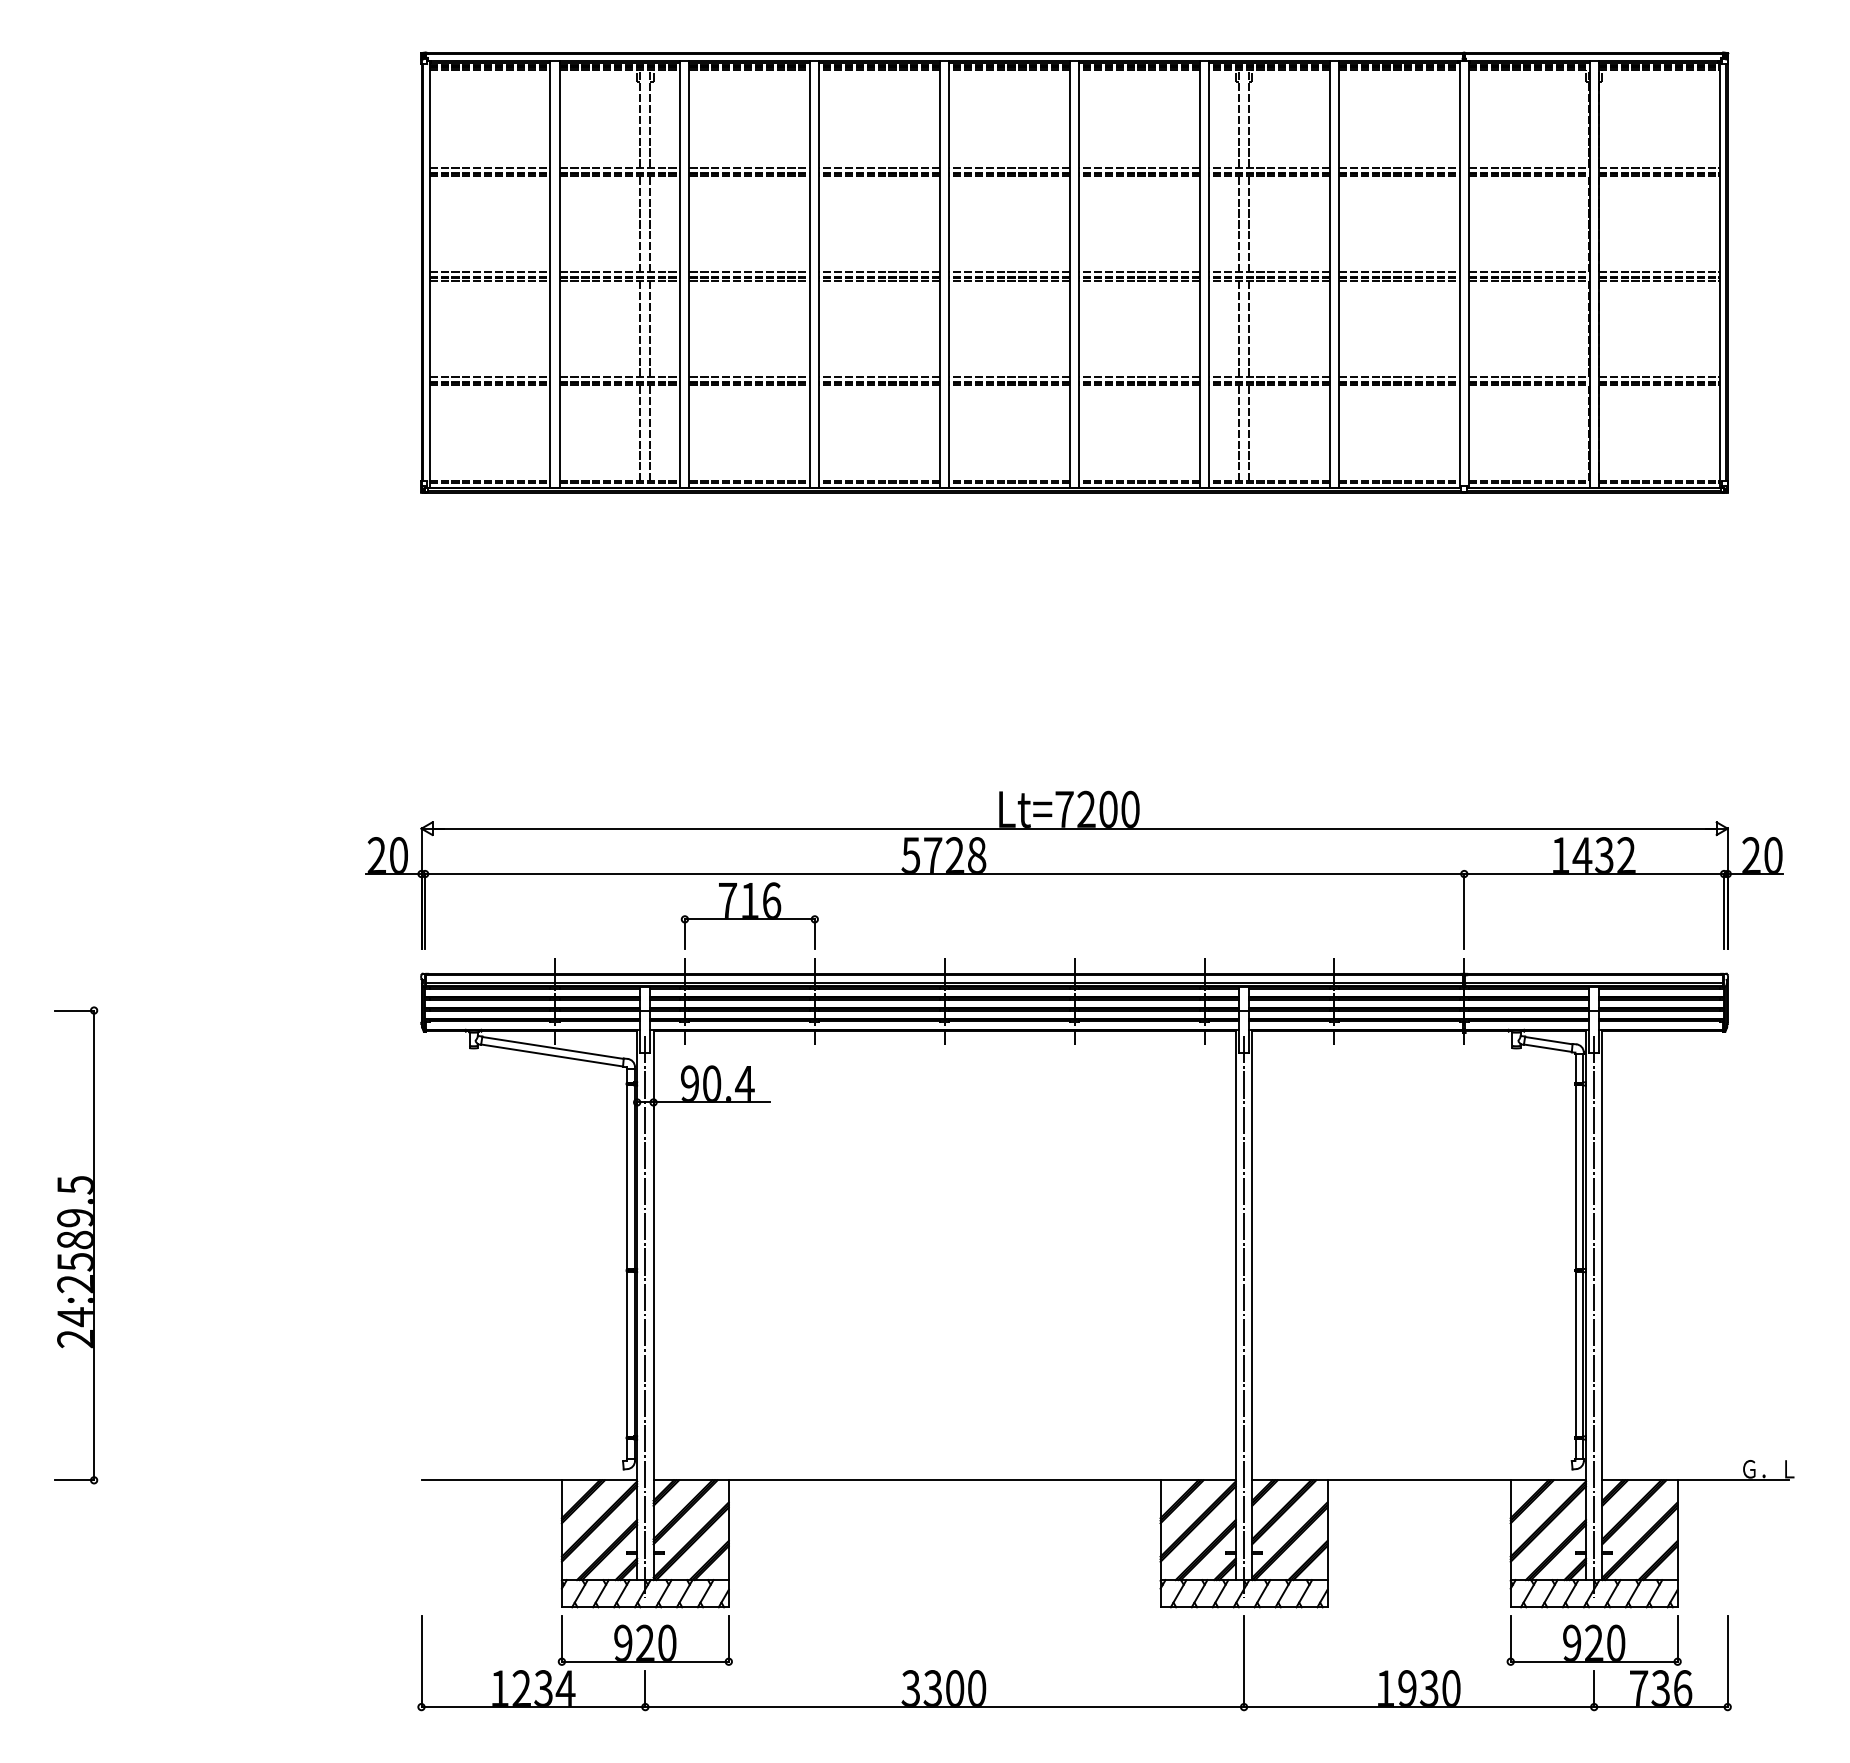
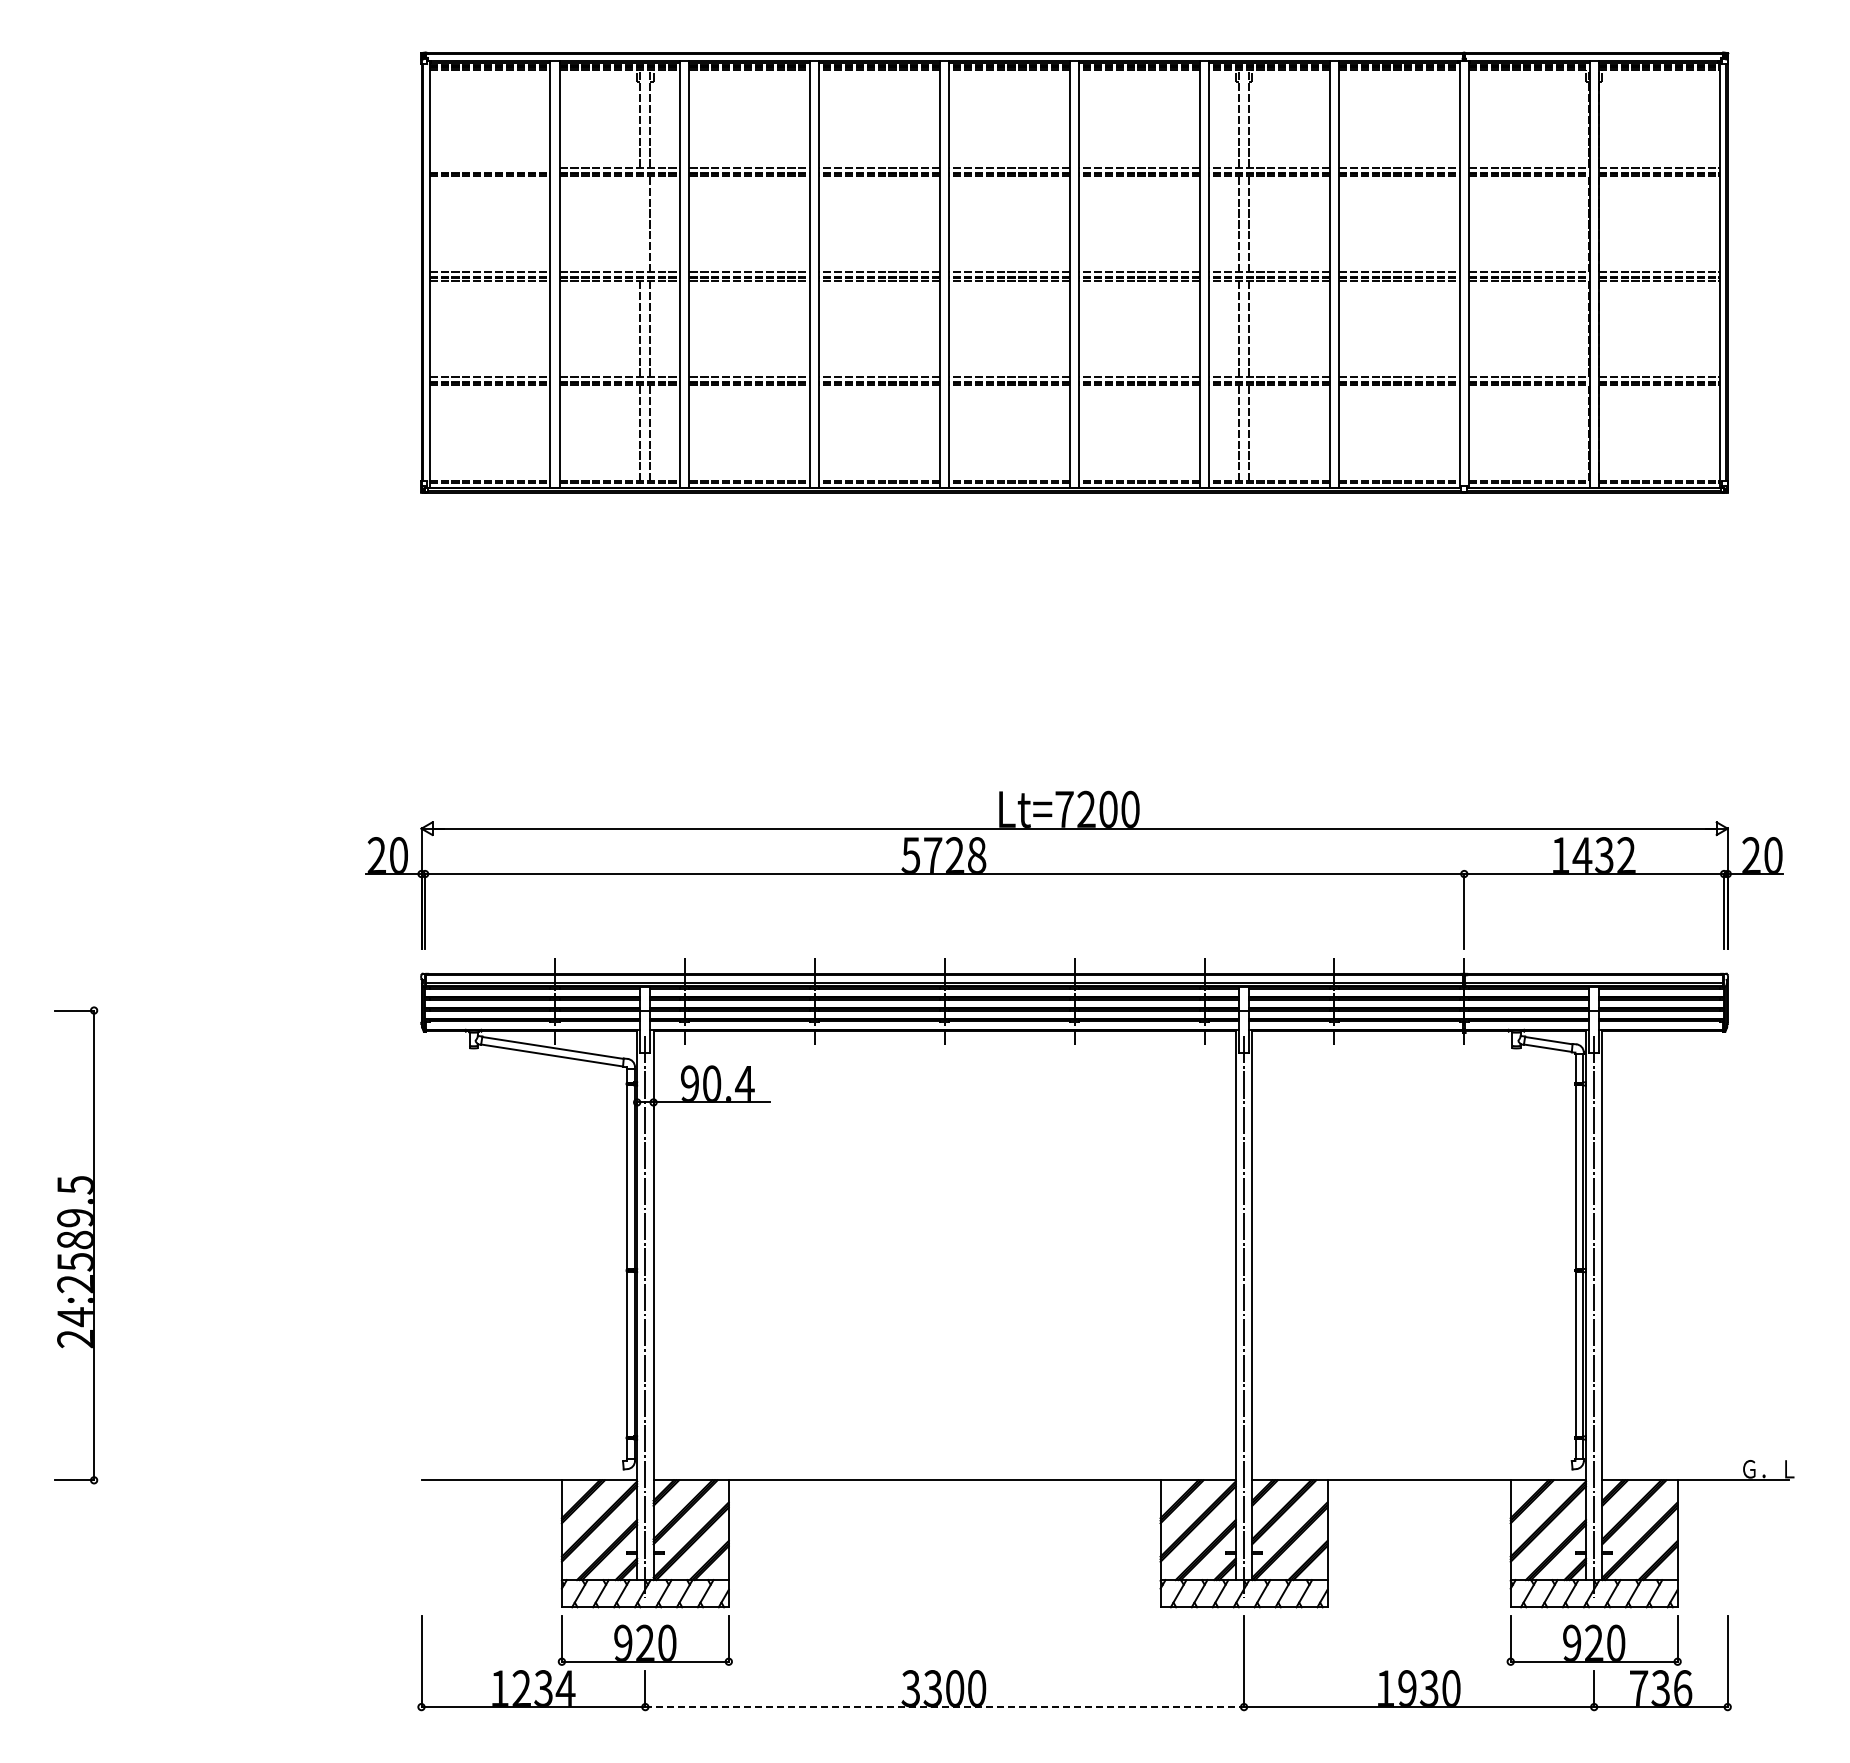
line at (489, 167): present -> none
line at (640, 224): present -> none
part at (749, 915): present -> none
line at (945, 1707): solid -> dashed
